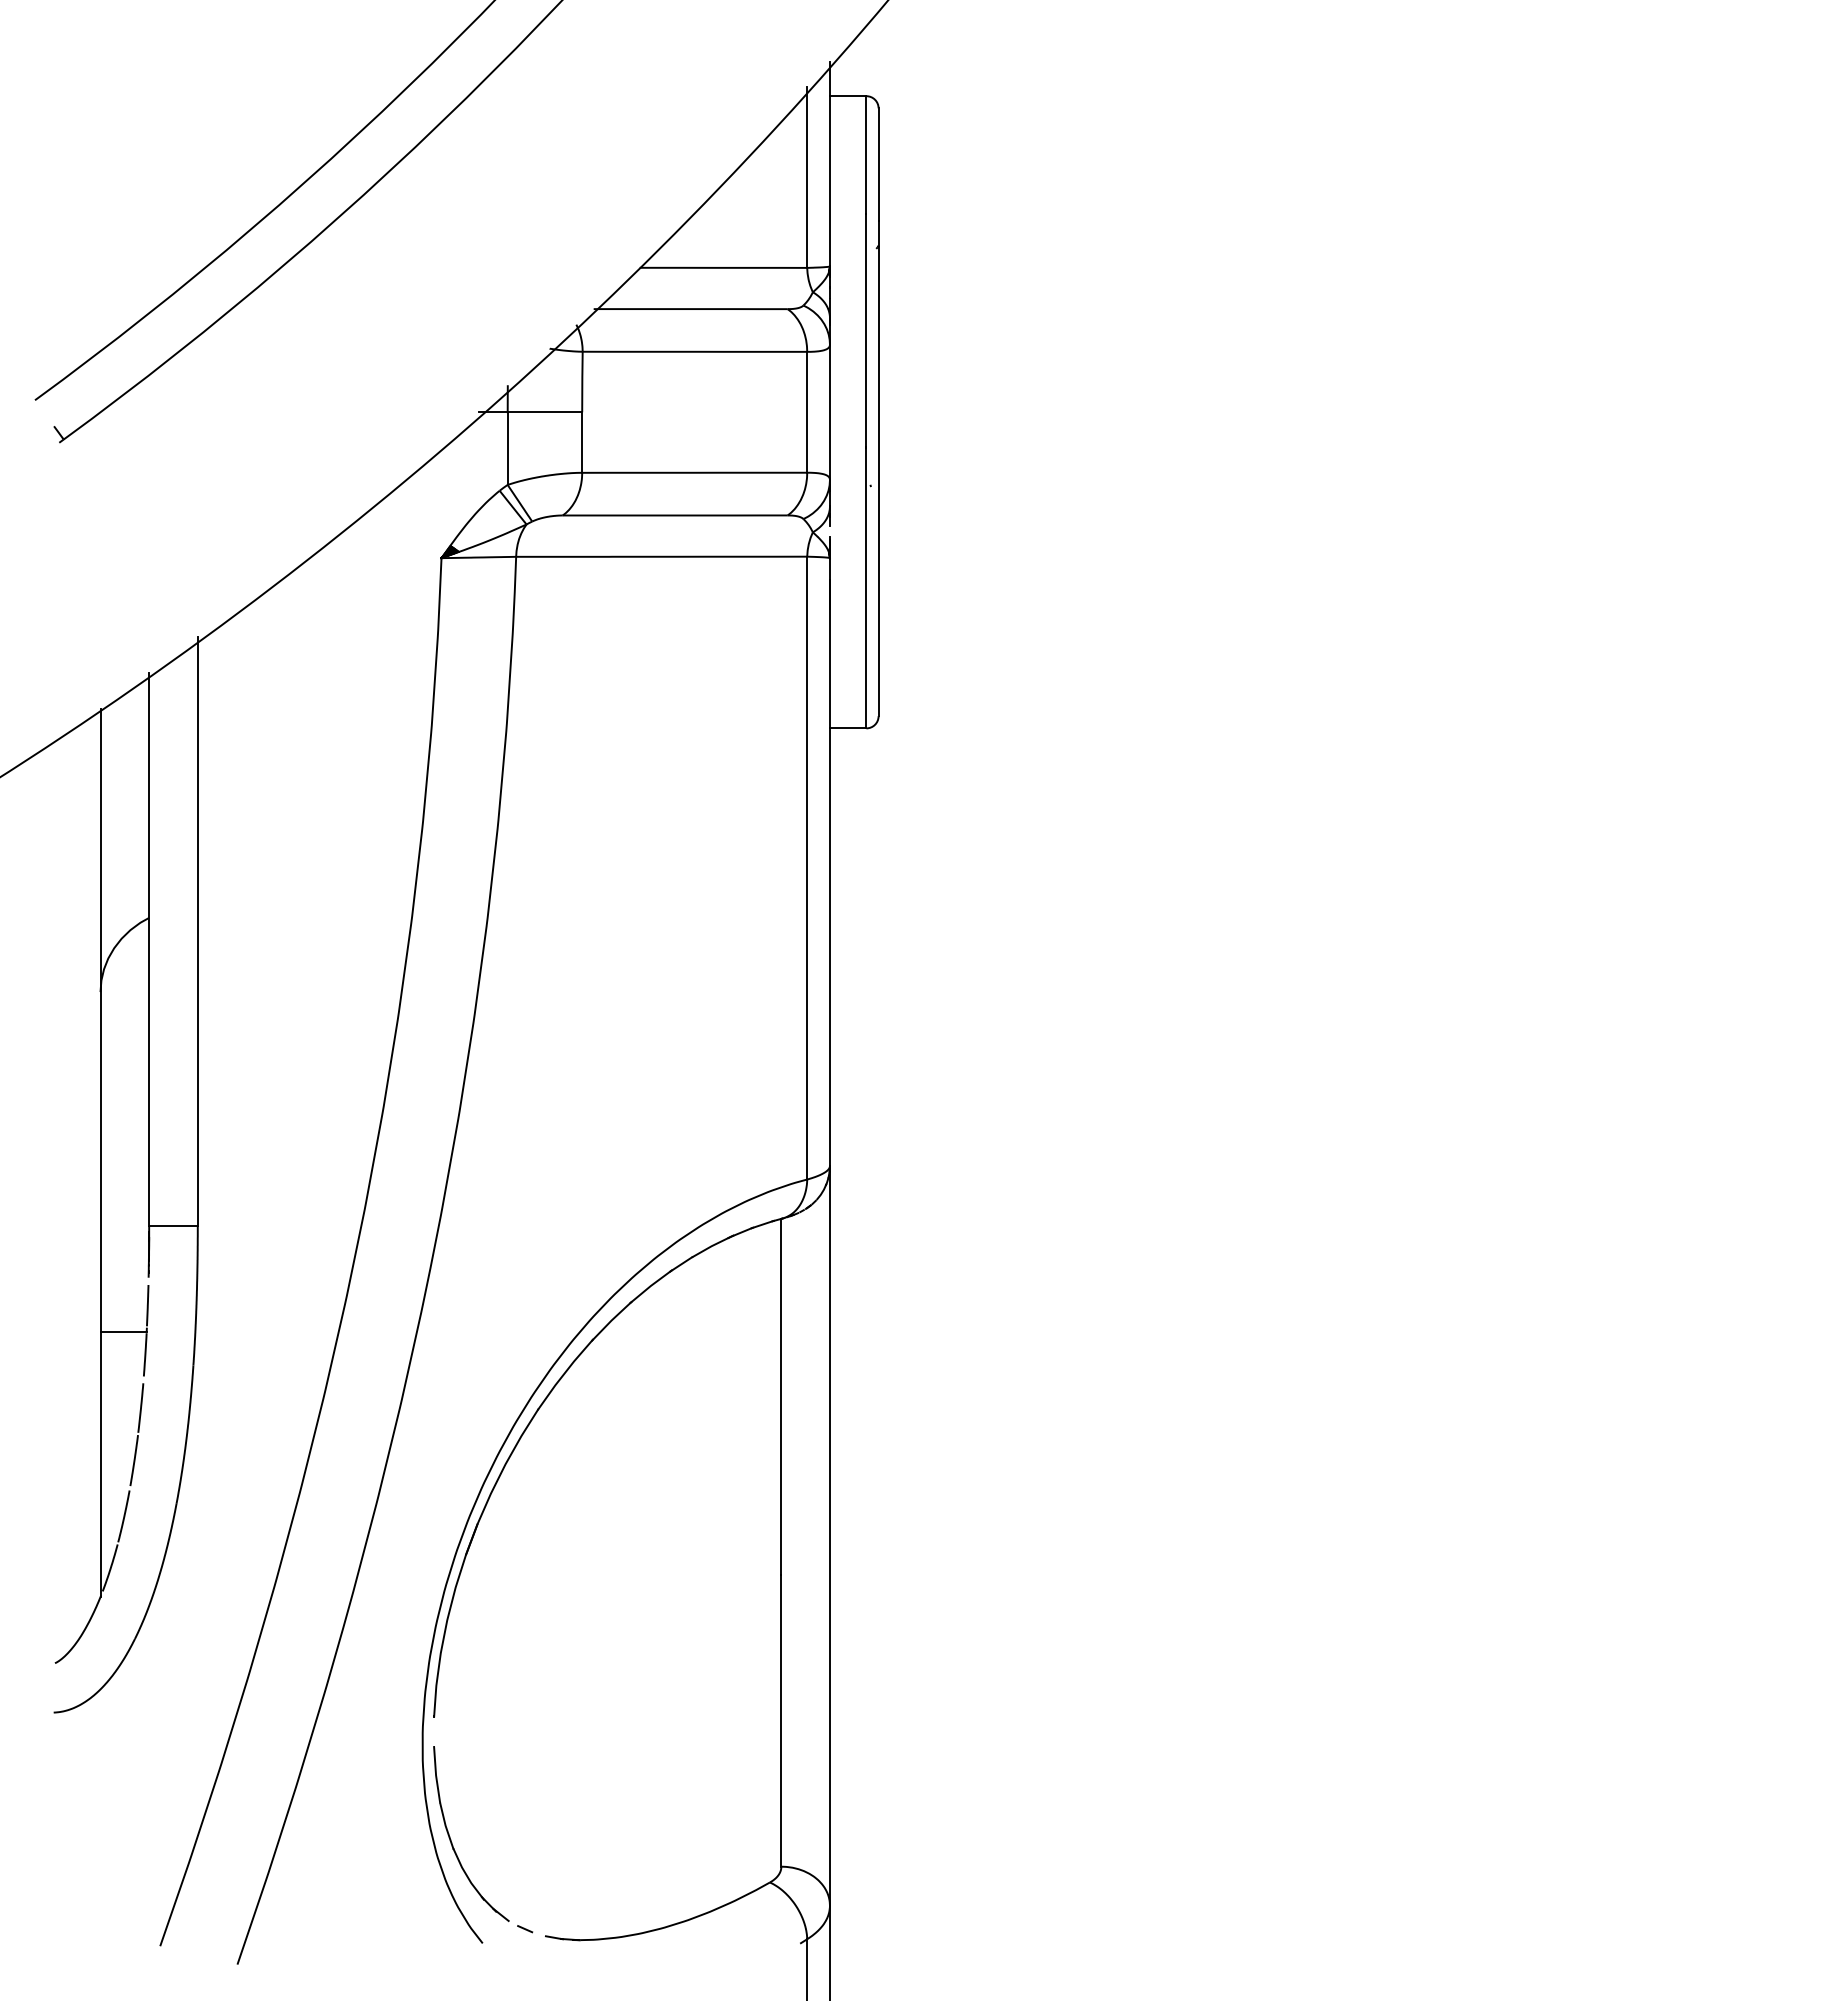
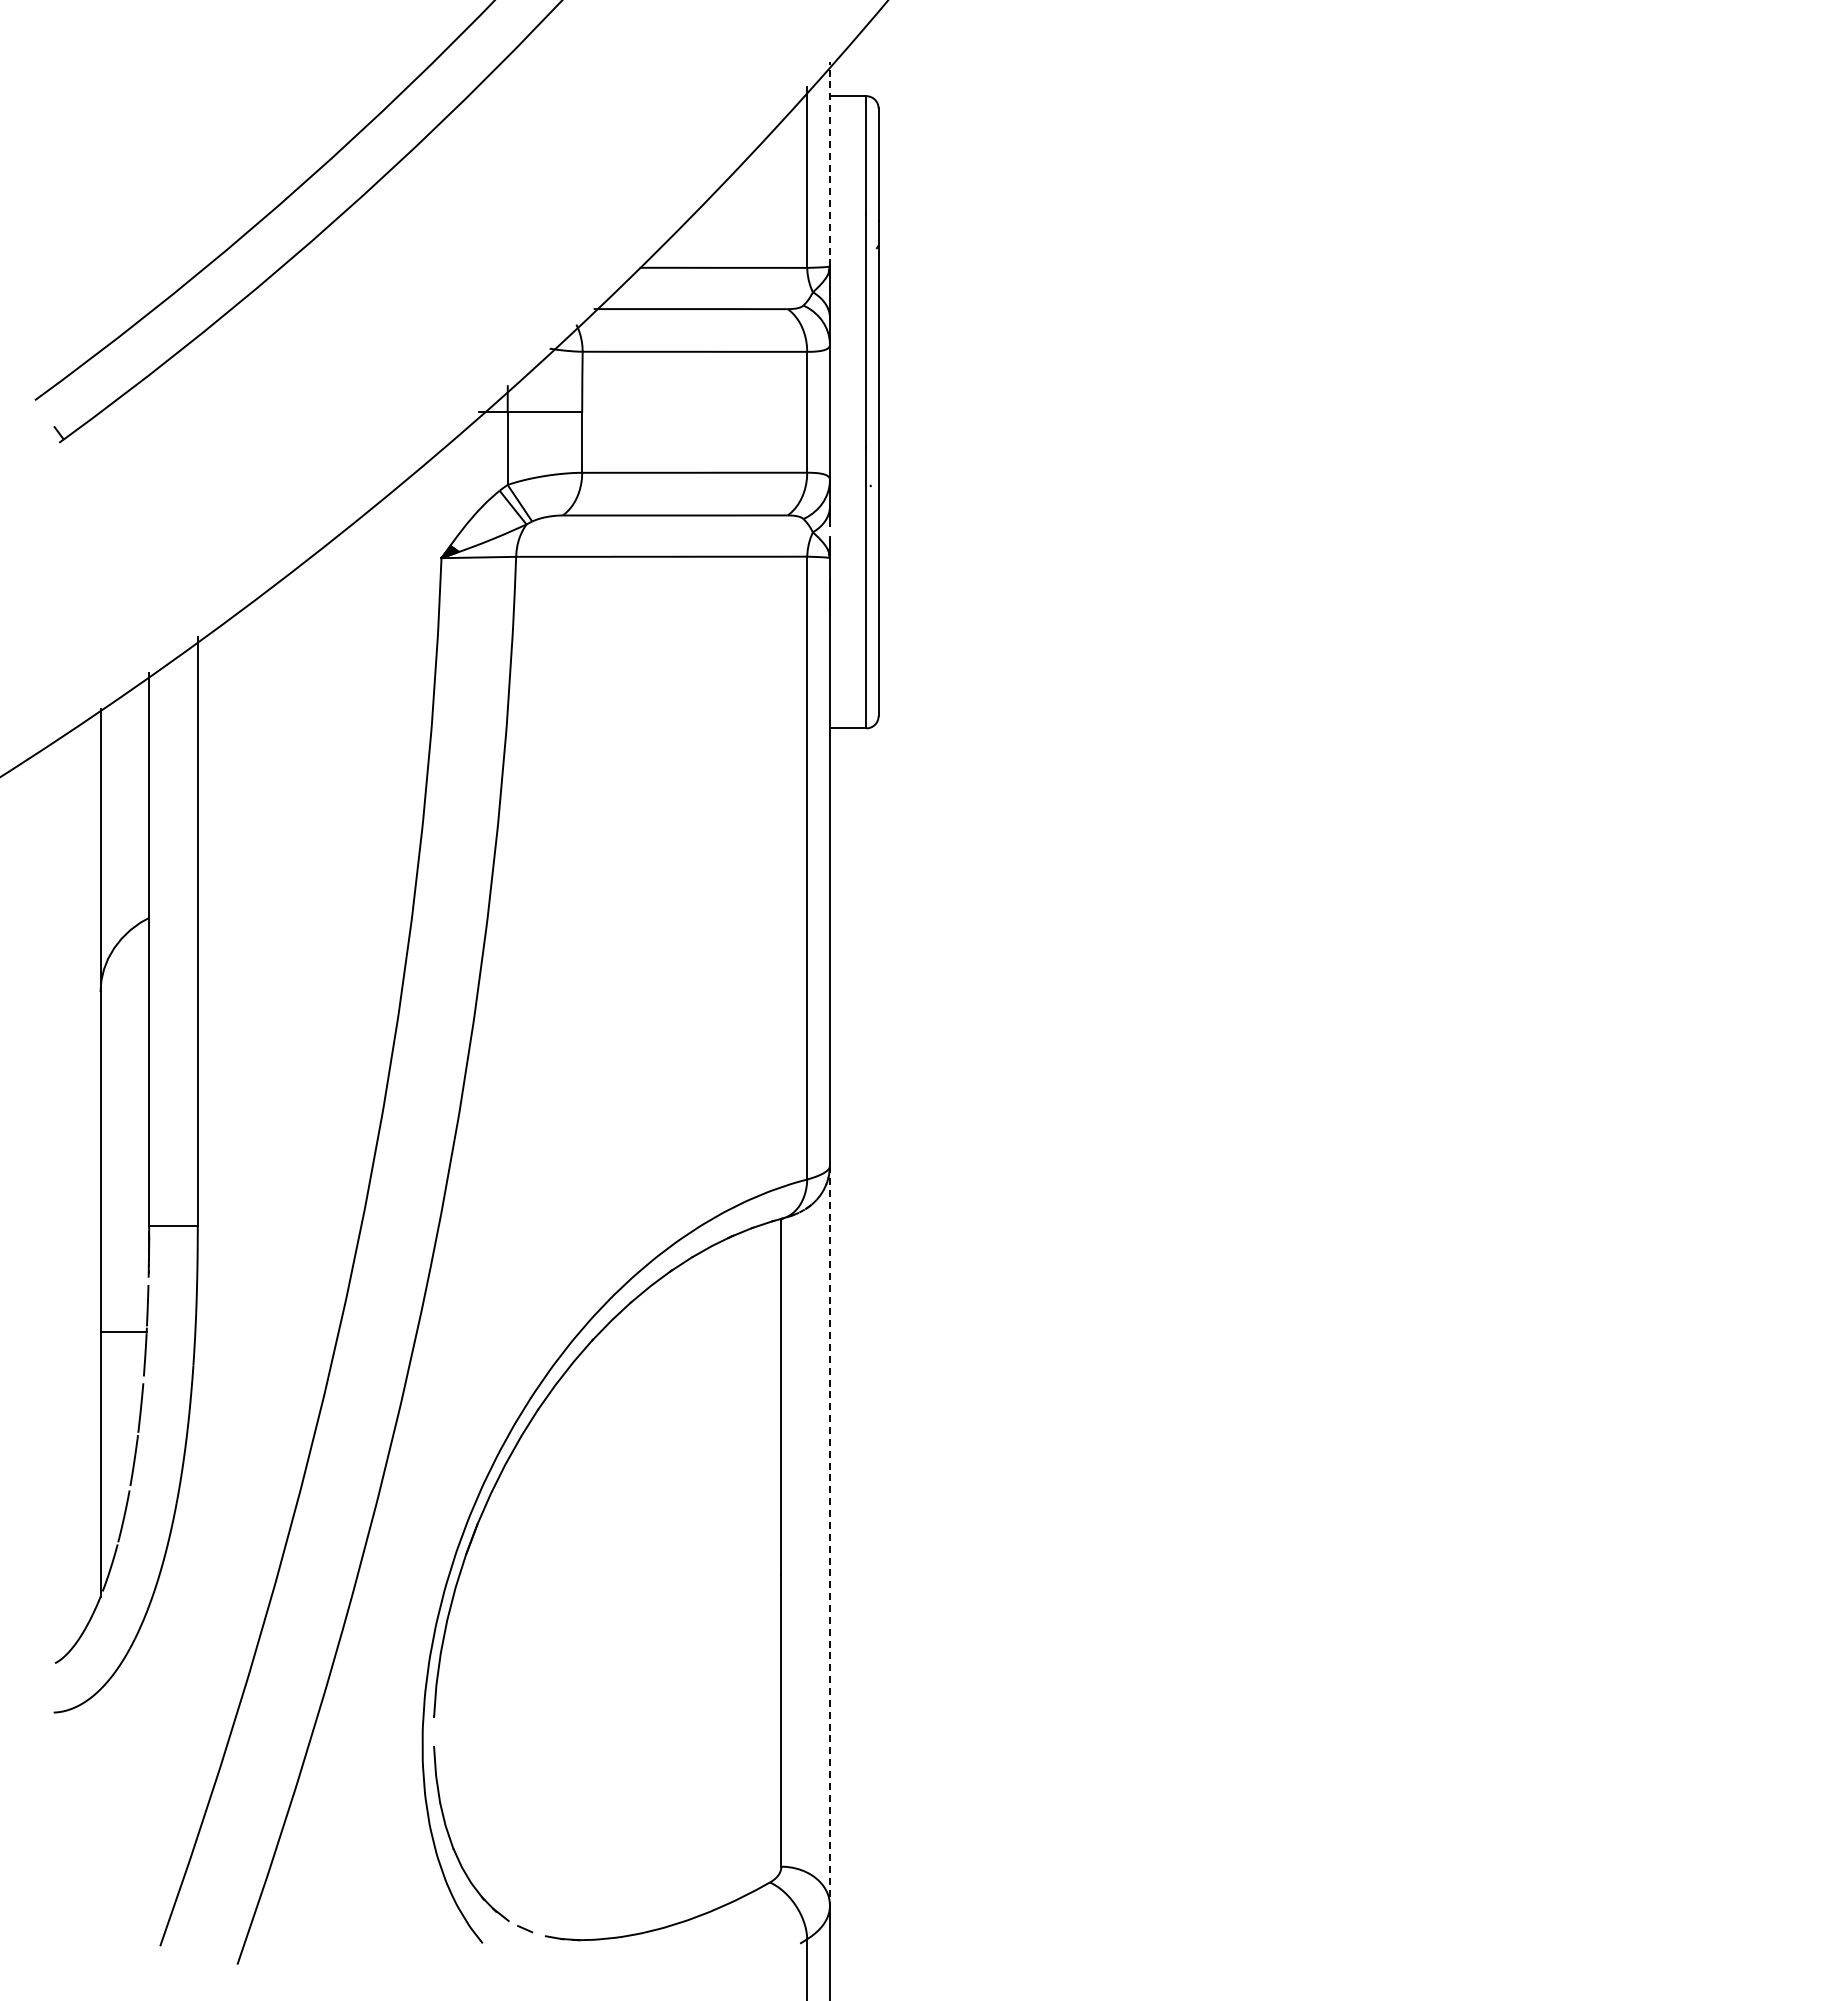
line at (829, 163): solid -> dashed
line at (829, 1535): solid -> dashed
